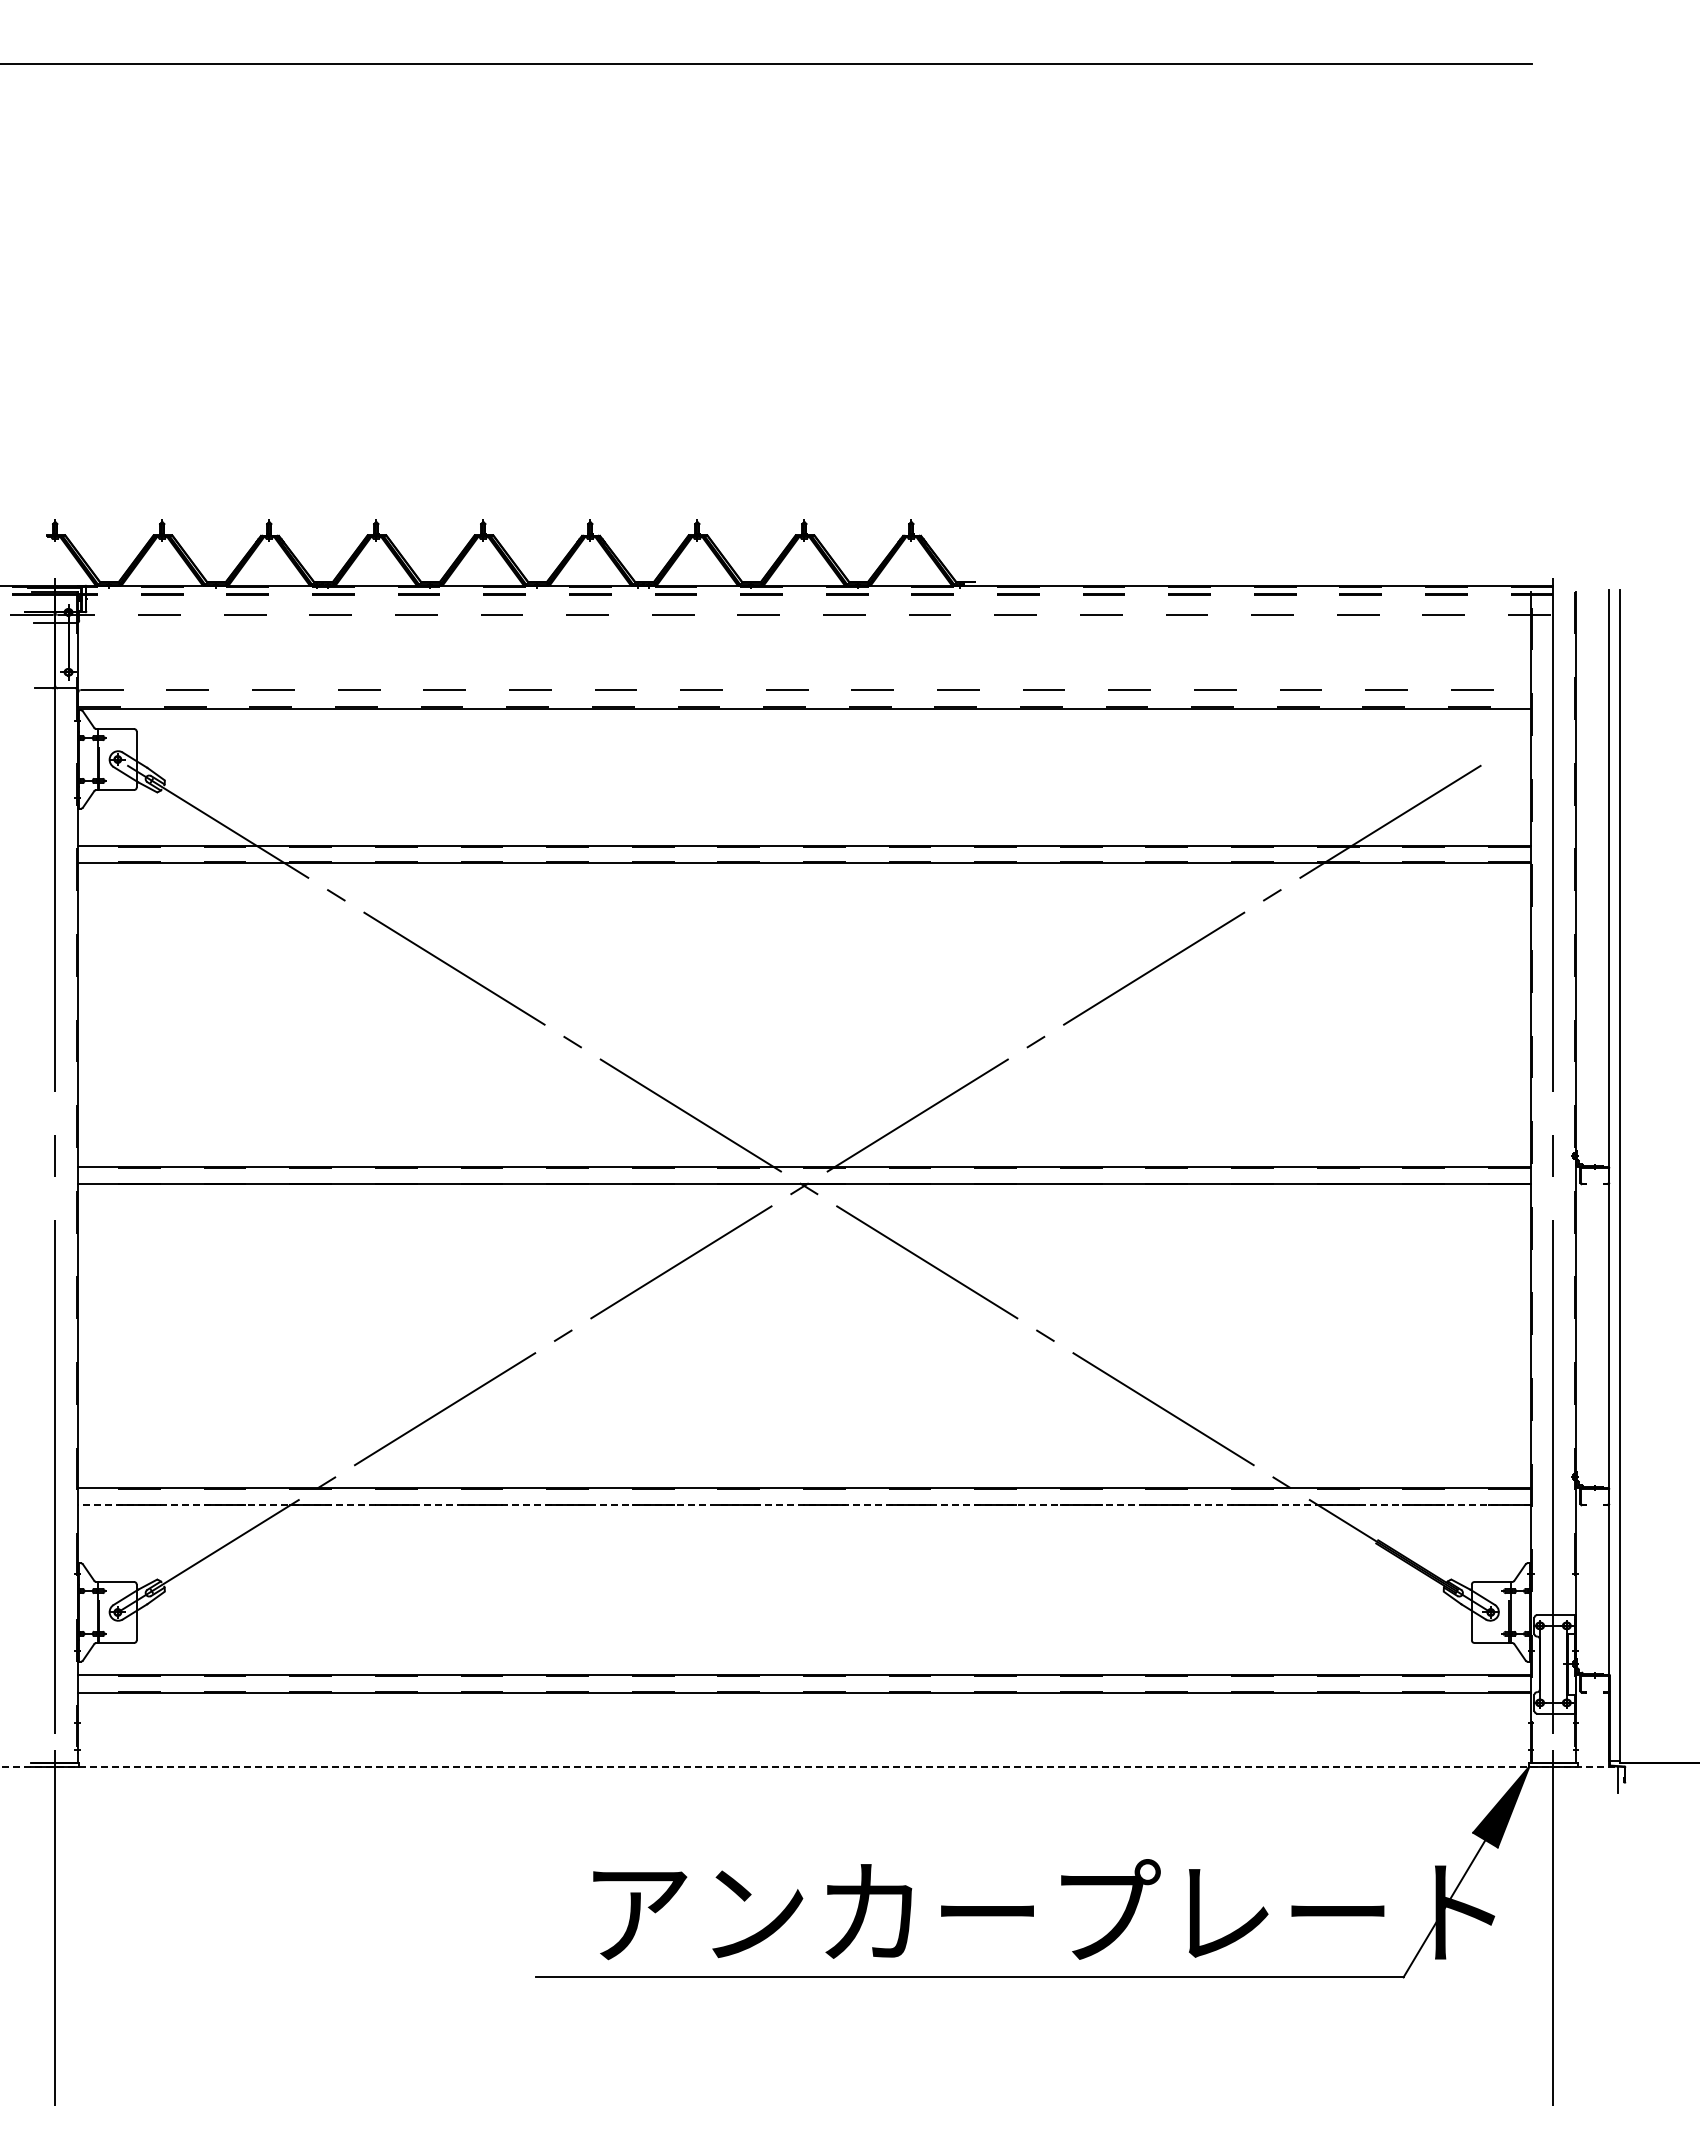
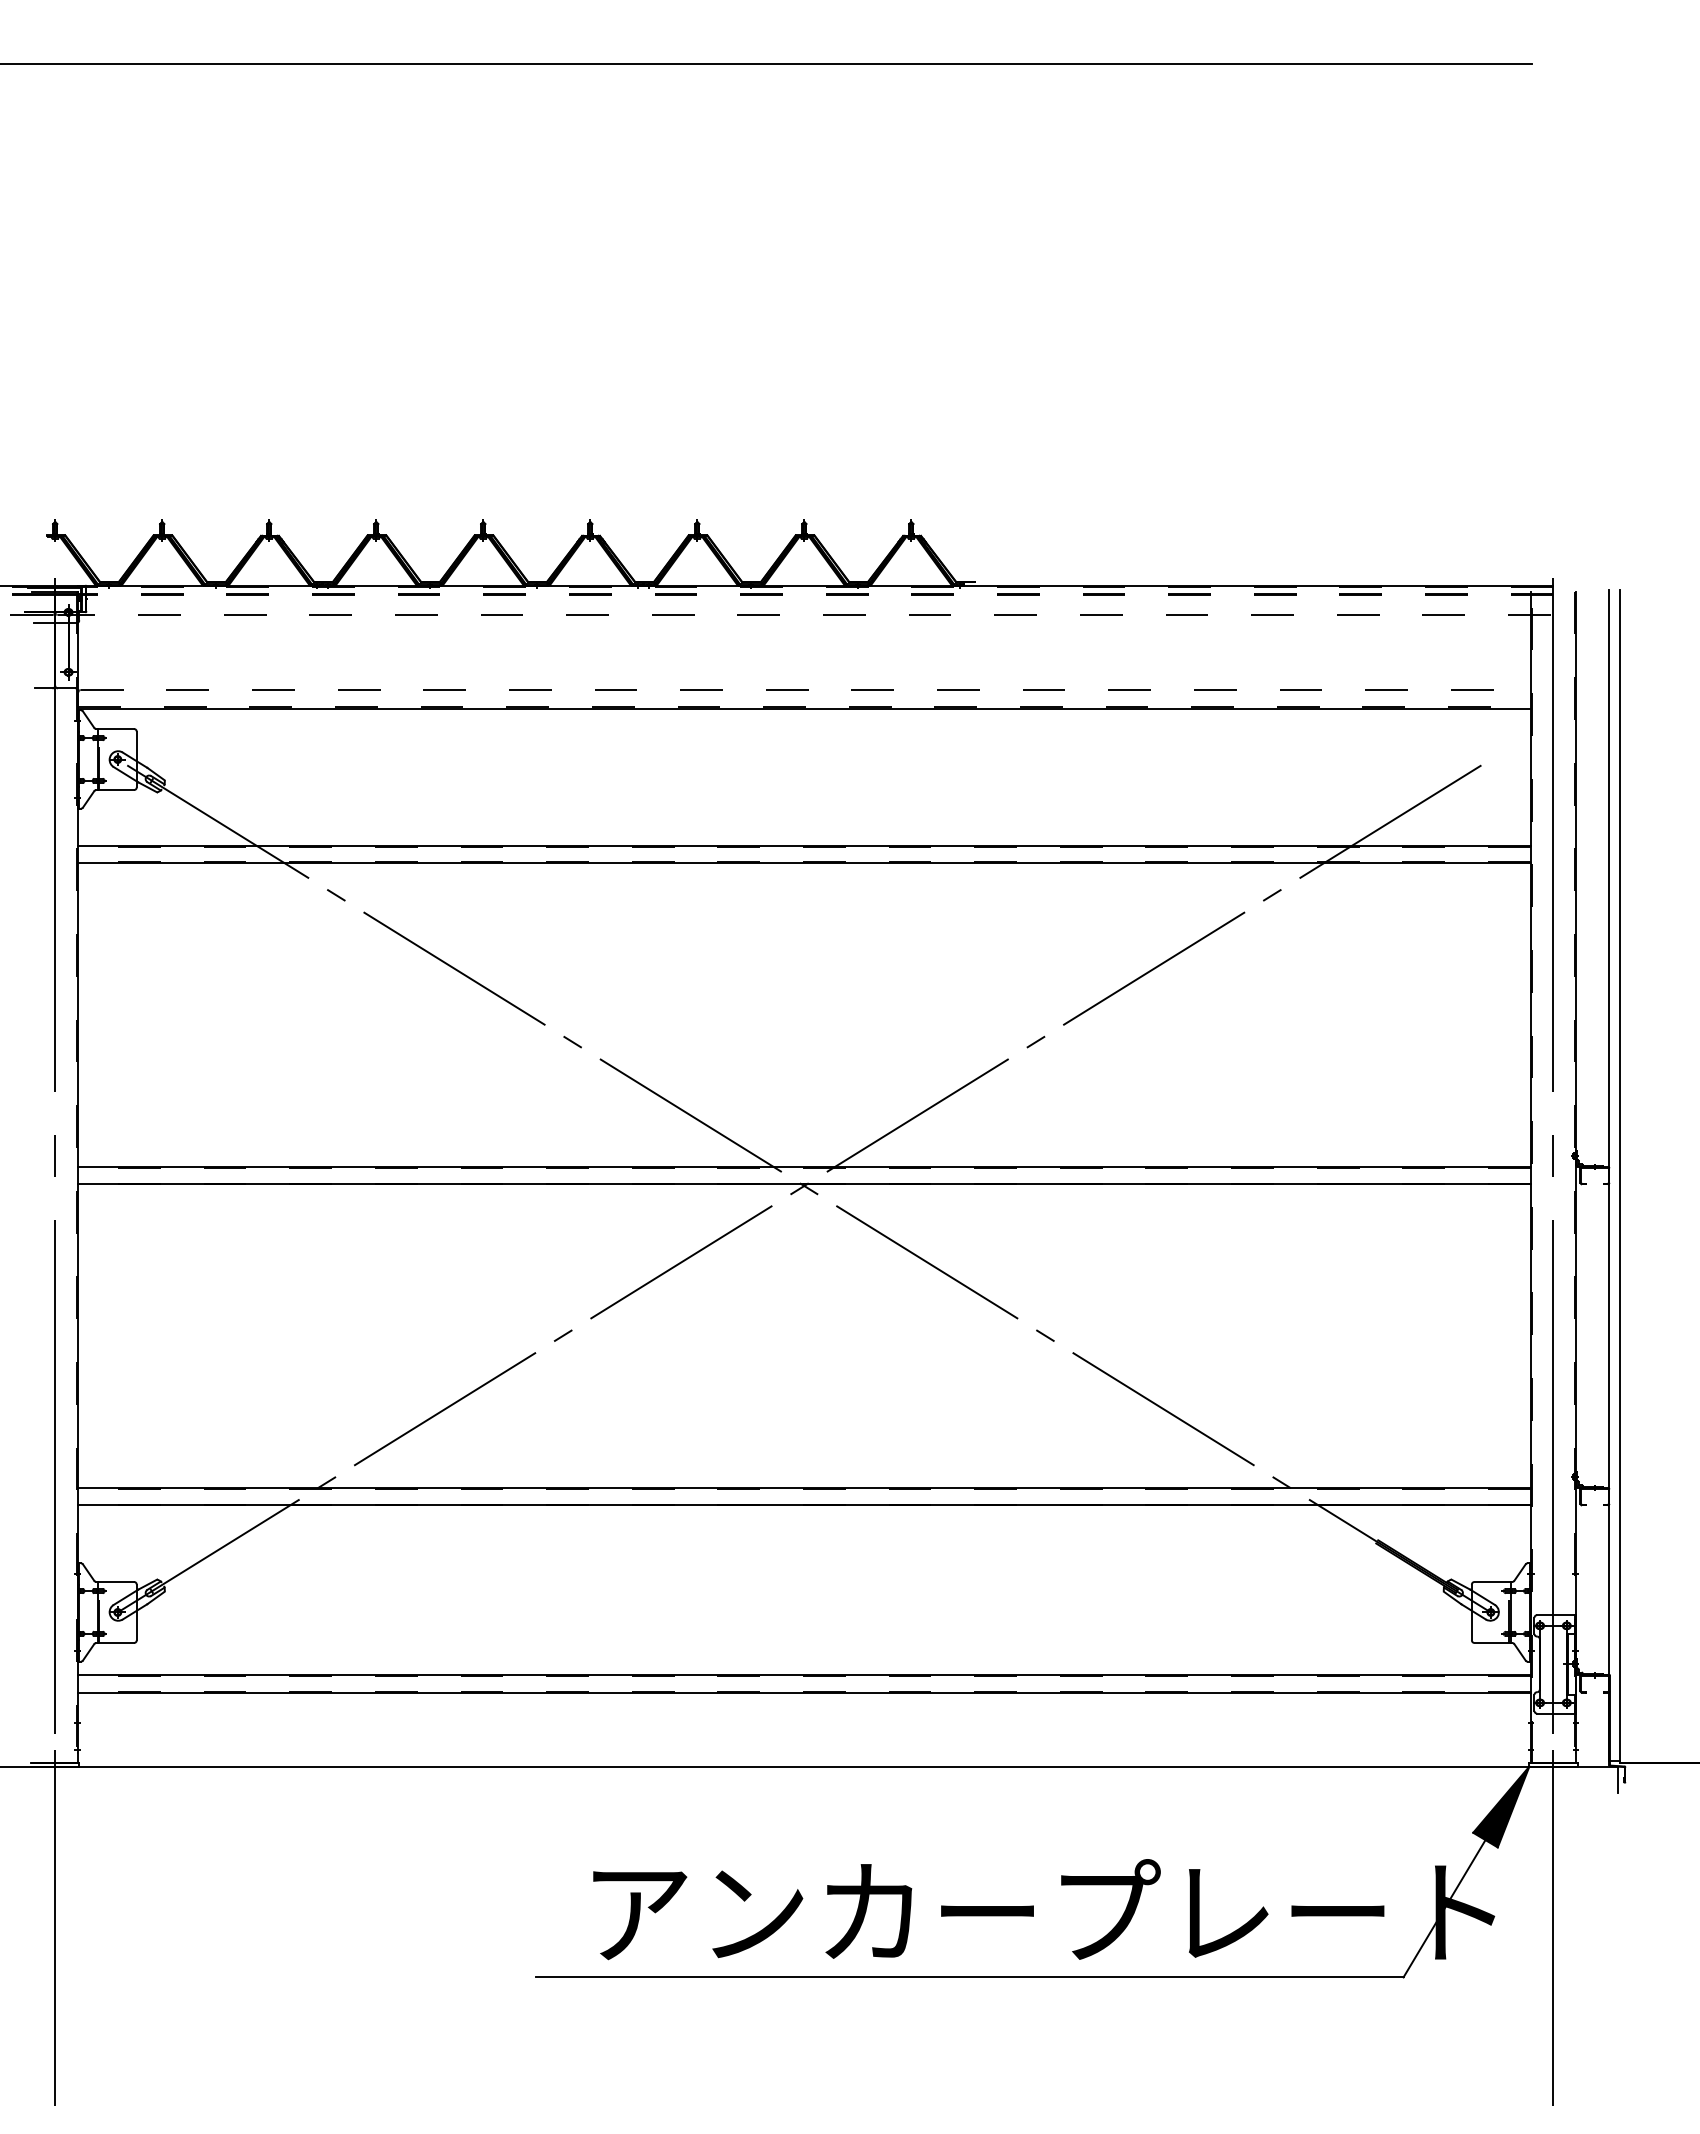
line at (803, 1505): dashed -> solid
line at (809, 1766): dashed -> solid
